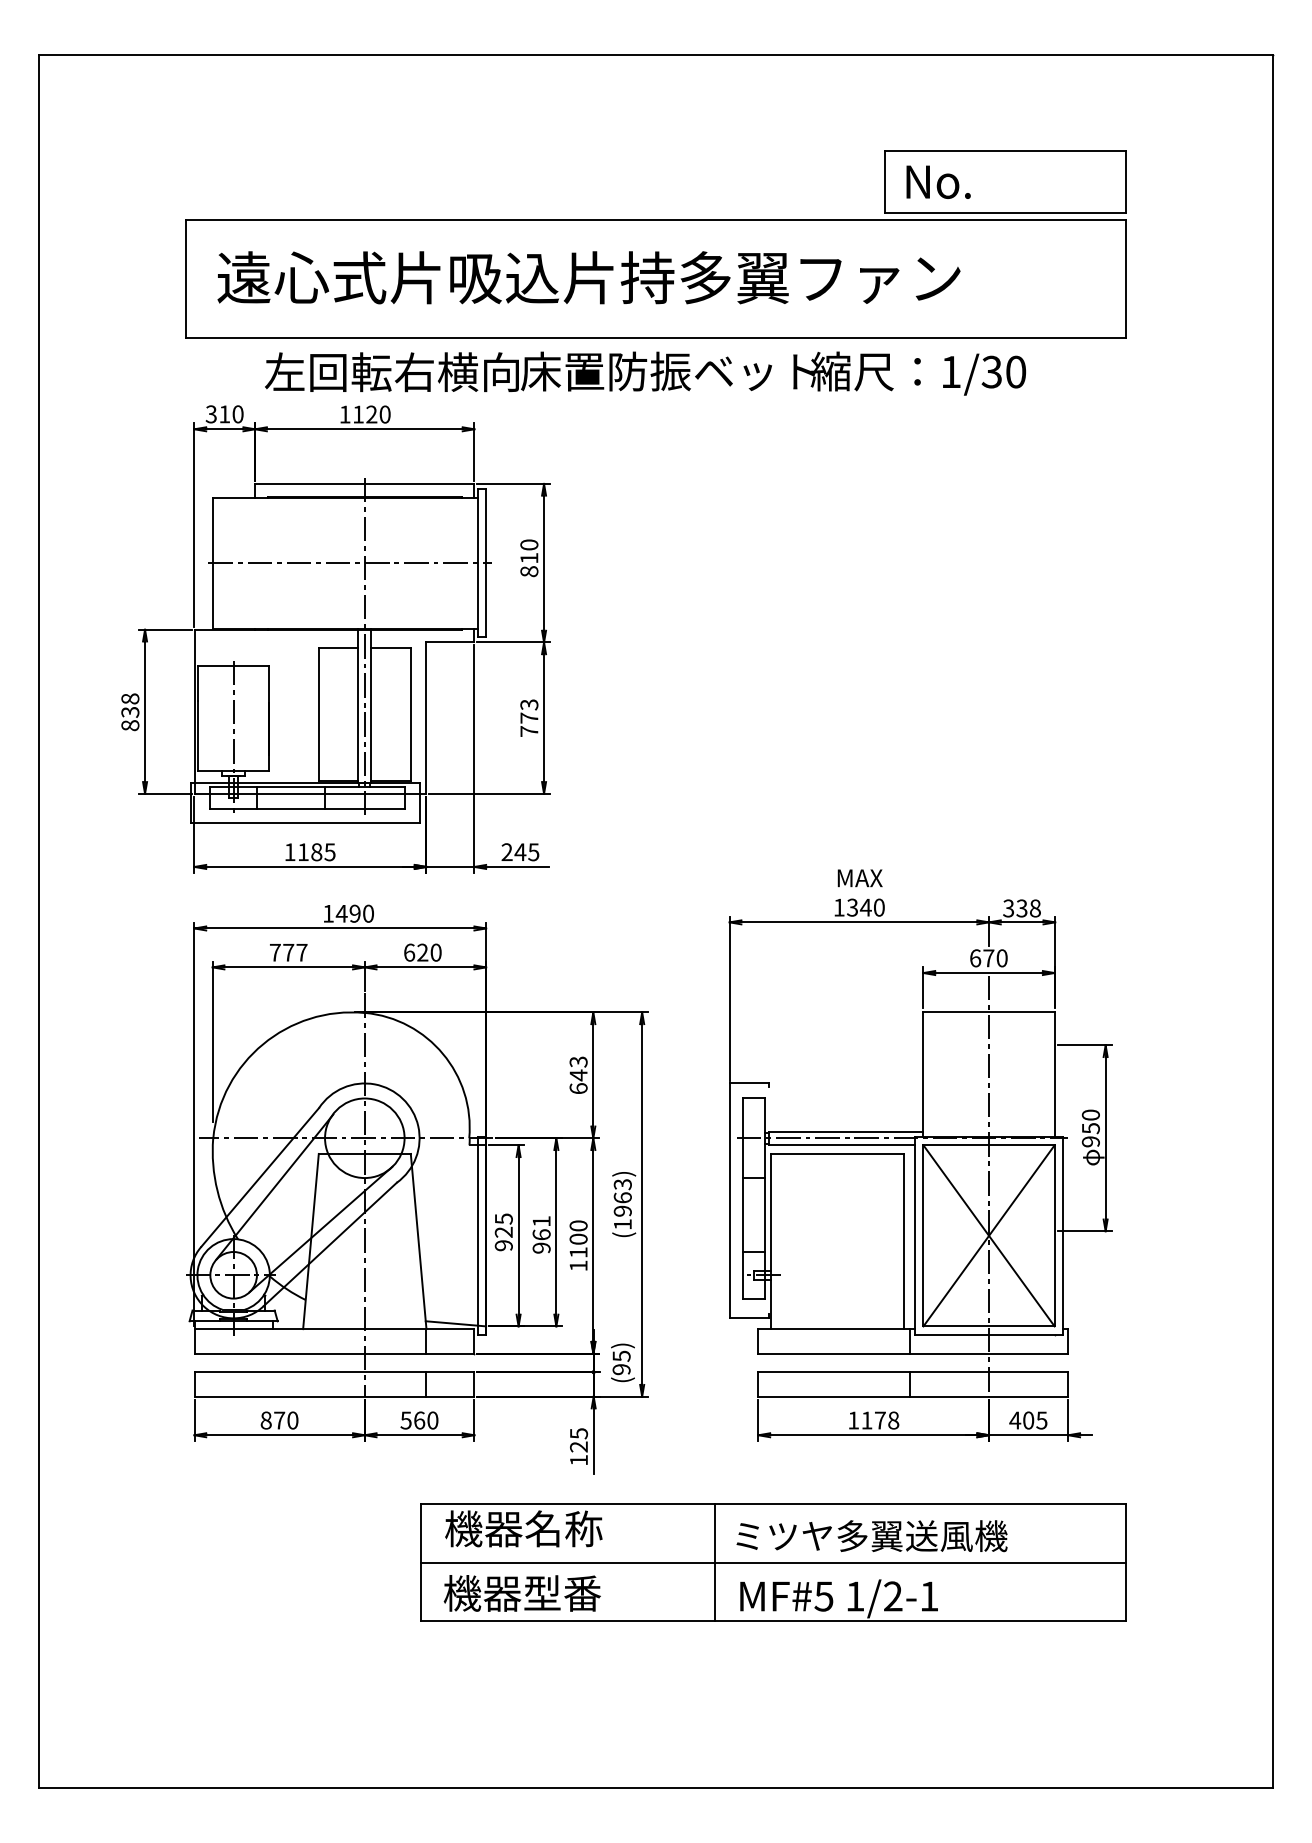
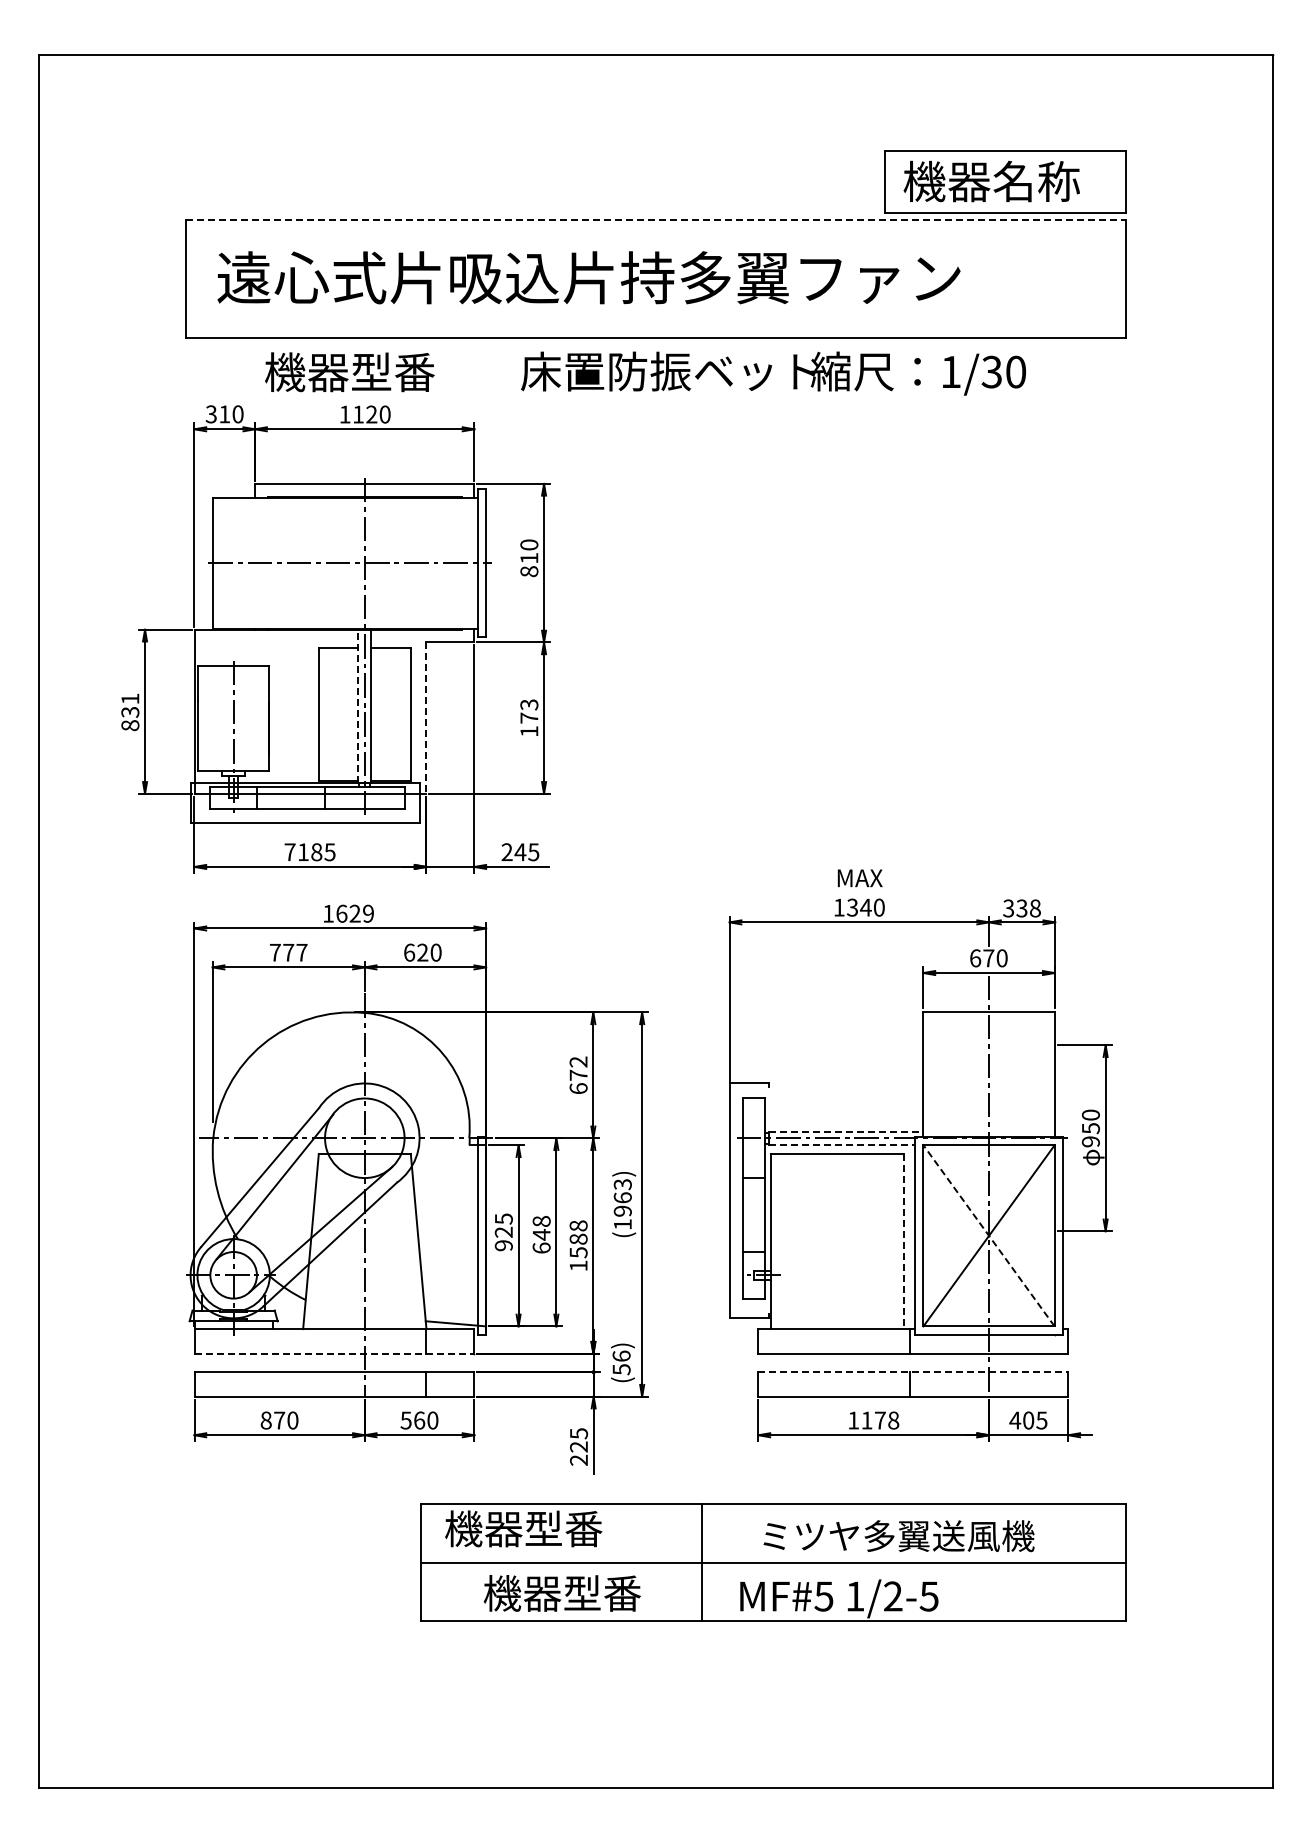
text at (991, 181): No. -> 機器名称
line at (656, 220): solid -> dashed
text at (391, 372): 左回転右横向 -> 機器型番
text at (130, 698): 838 -> 831
line at (358, 706): solid -> dashed
line at (426, 718): solid -> dashed
text at (529, 731): 773 -> 173
text at (289, 851): 1185 -> 7185
text at (354, 913): 1490 -> 1629
text at (578, 1068): 643 -> 672
line at (846, 1131): solid -> dashed
line at (842, 1144): solid -> dashed
text at (541, 1234): 961 -> 648
line at (989, 1235): solid -> dashed
text at (578, 1239): 1100 -> 1588
line at (904, 1241): solid -> dashed
line at (334, 1353): solid -> dashed
text at (621, 1362): (95) -> (56)
line at (913, 1372): solid -> dashed
text at (578, 1459): 125 -> 225
text at (563, 1528): 機器名称 -> 機器型番
text at (871, 1536) position: (871, 1536) -> (898, 1536)
line at (714, 1562) position: (714, 1562) -> (701, 1562)
text at (521, 1593) position: (521, 1593) -> (561, 1593)
text at (928, 1596): 1/2-1 -> 1/2-5
